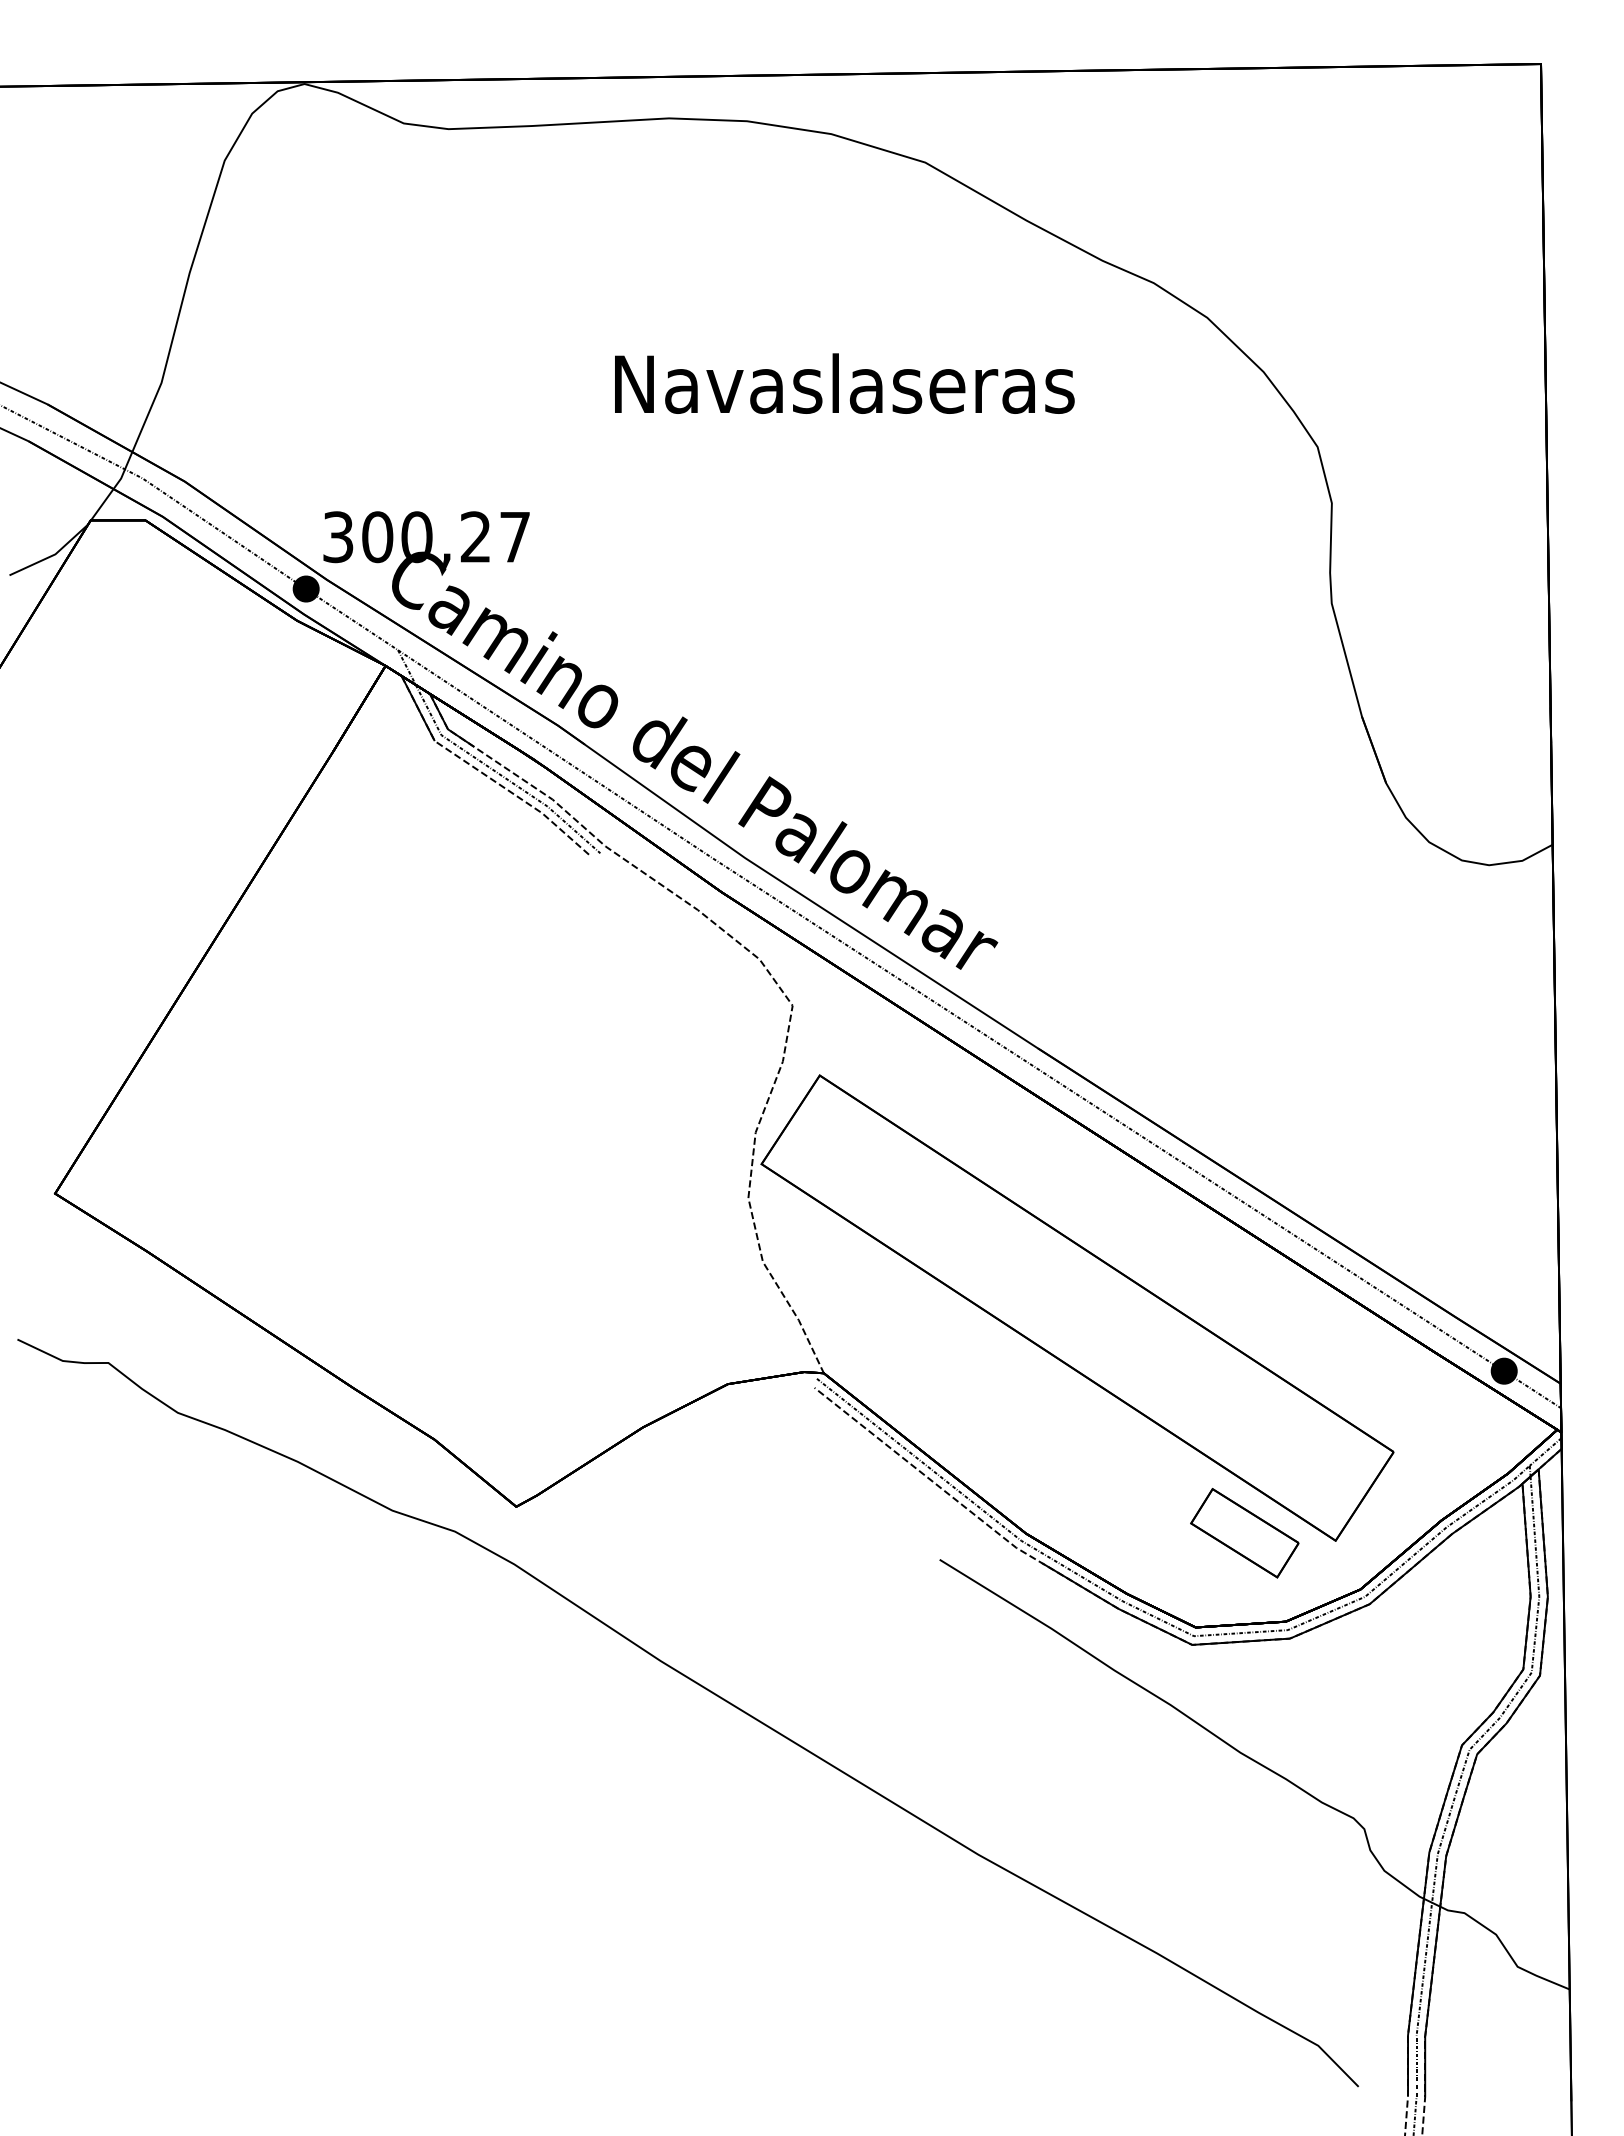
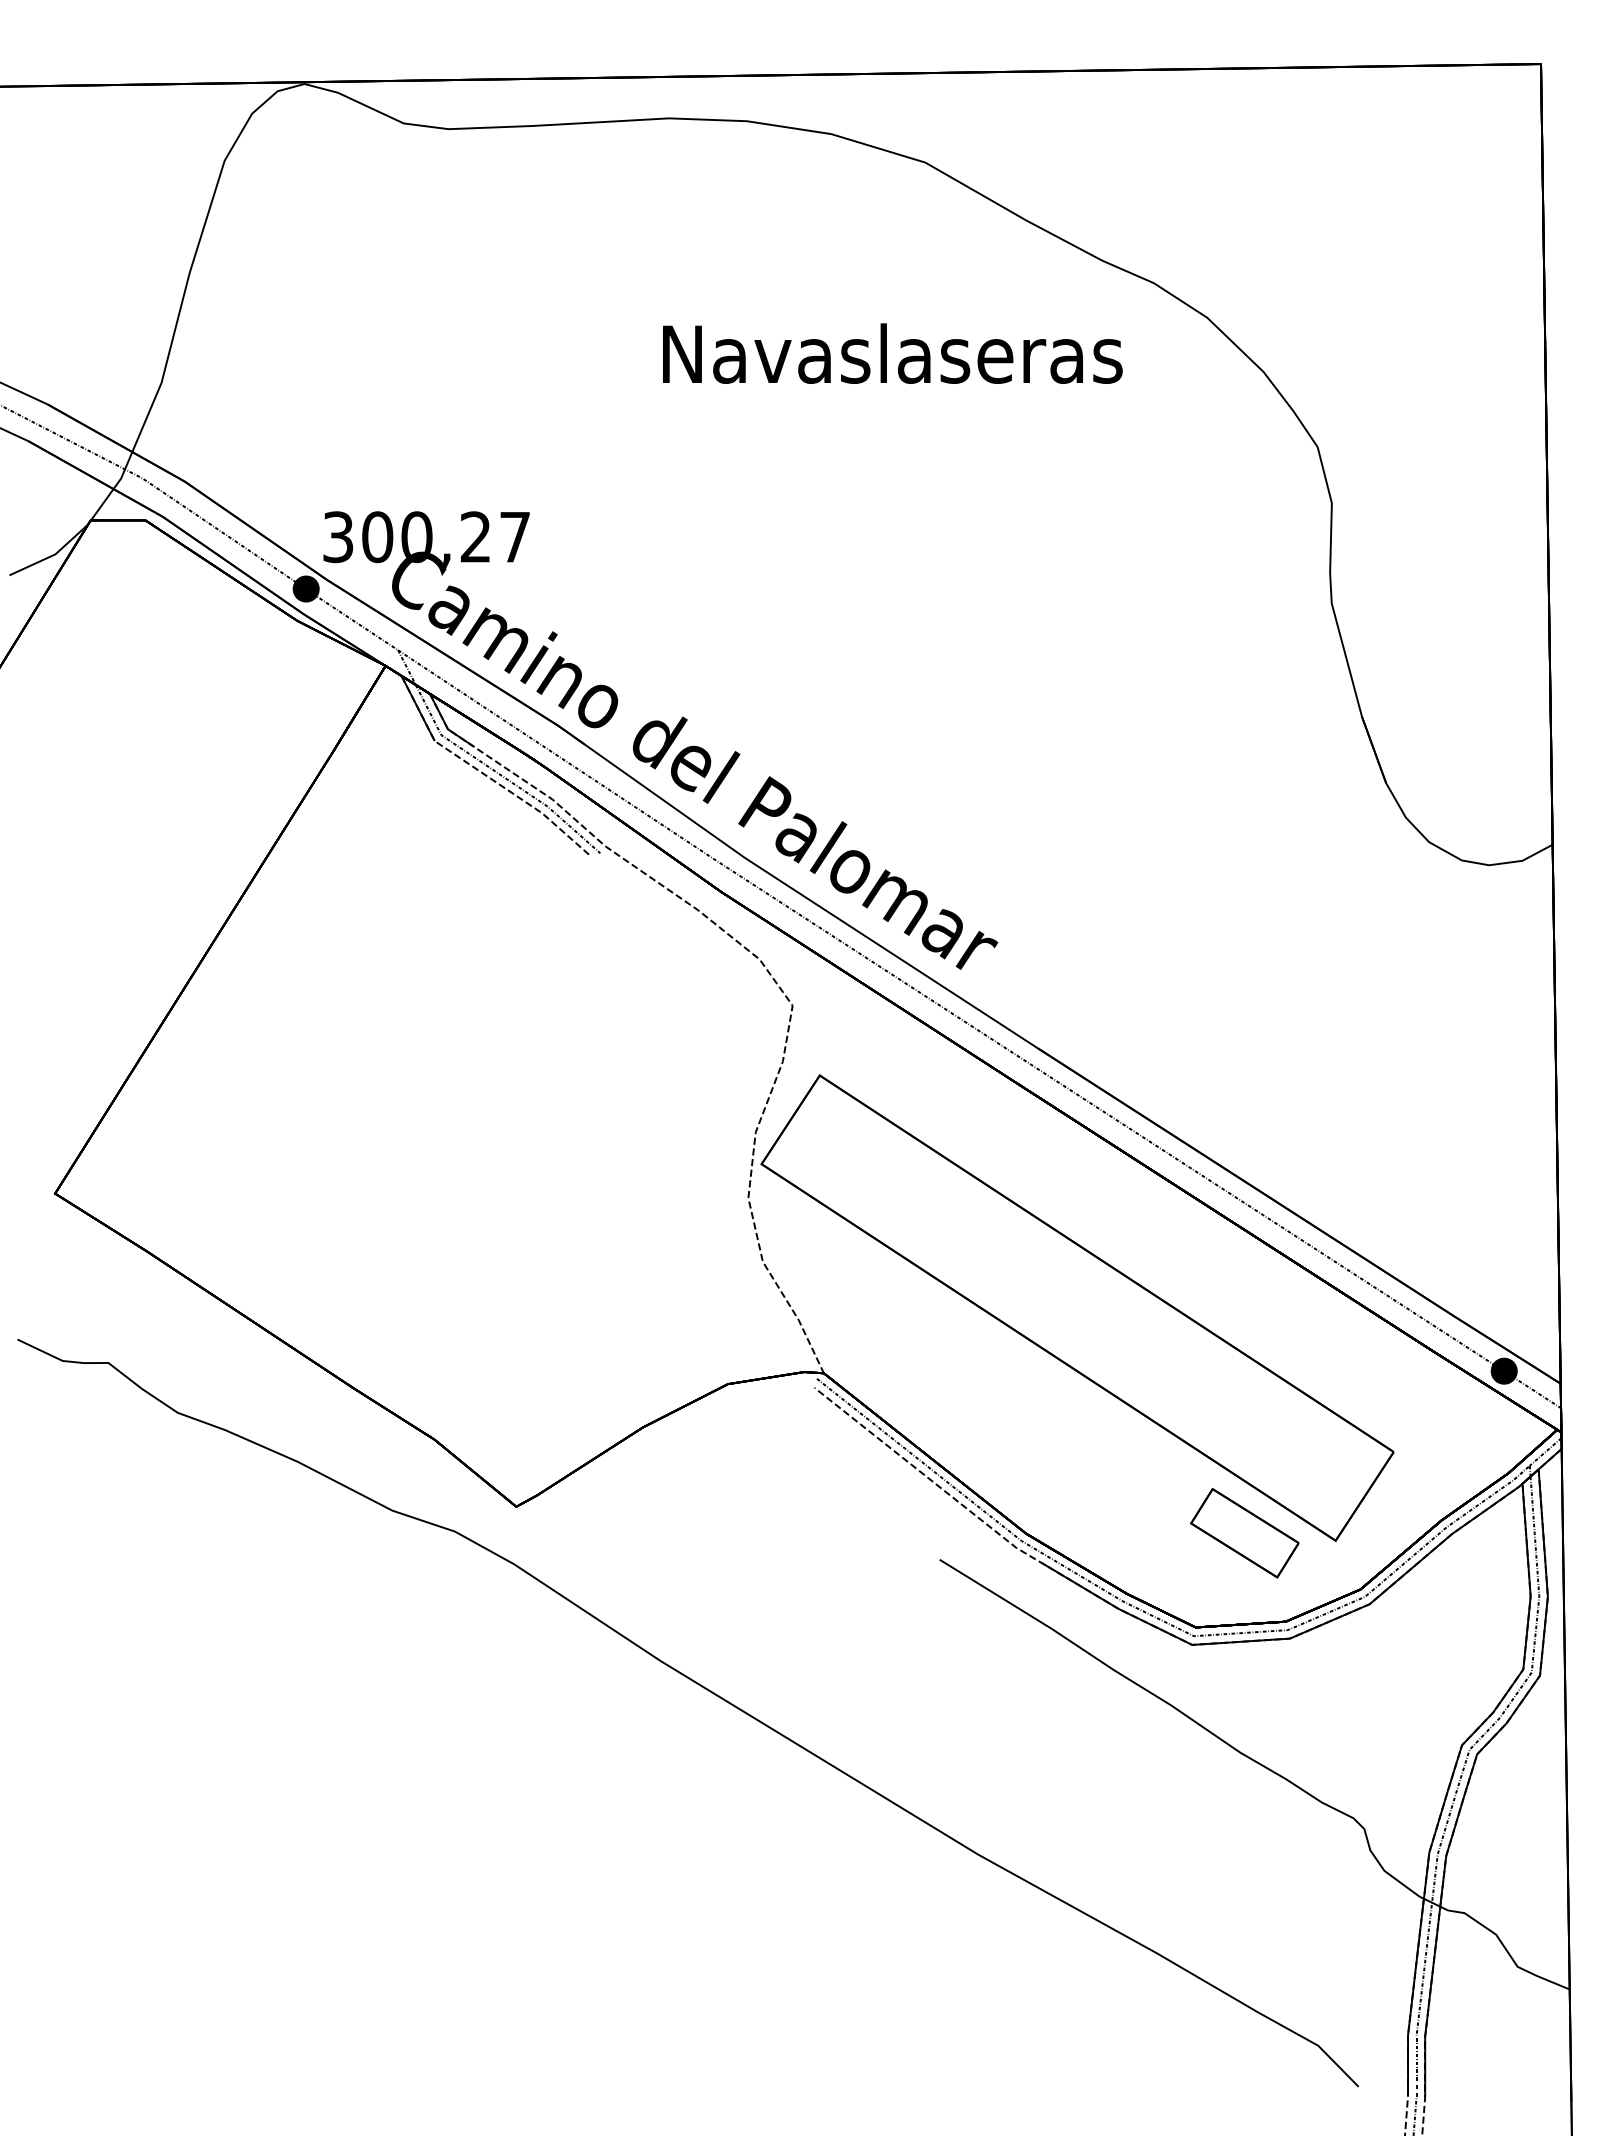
text at (844, 383) position: (844, 383) -> (892, 353)
